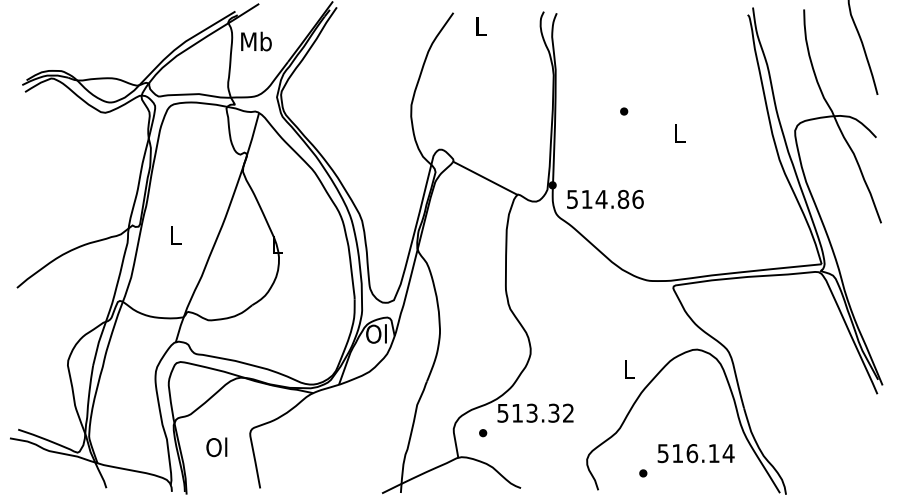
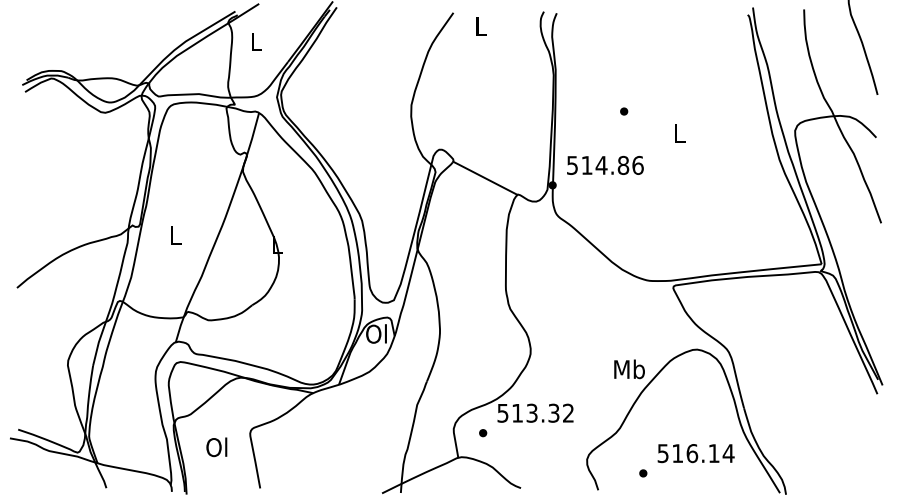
text at (256, 41): Mb -> L
text at (605, 198) position: (605, 198) -> (605, 164)
text at (629, 369): L -> Mb
